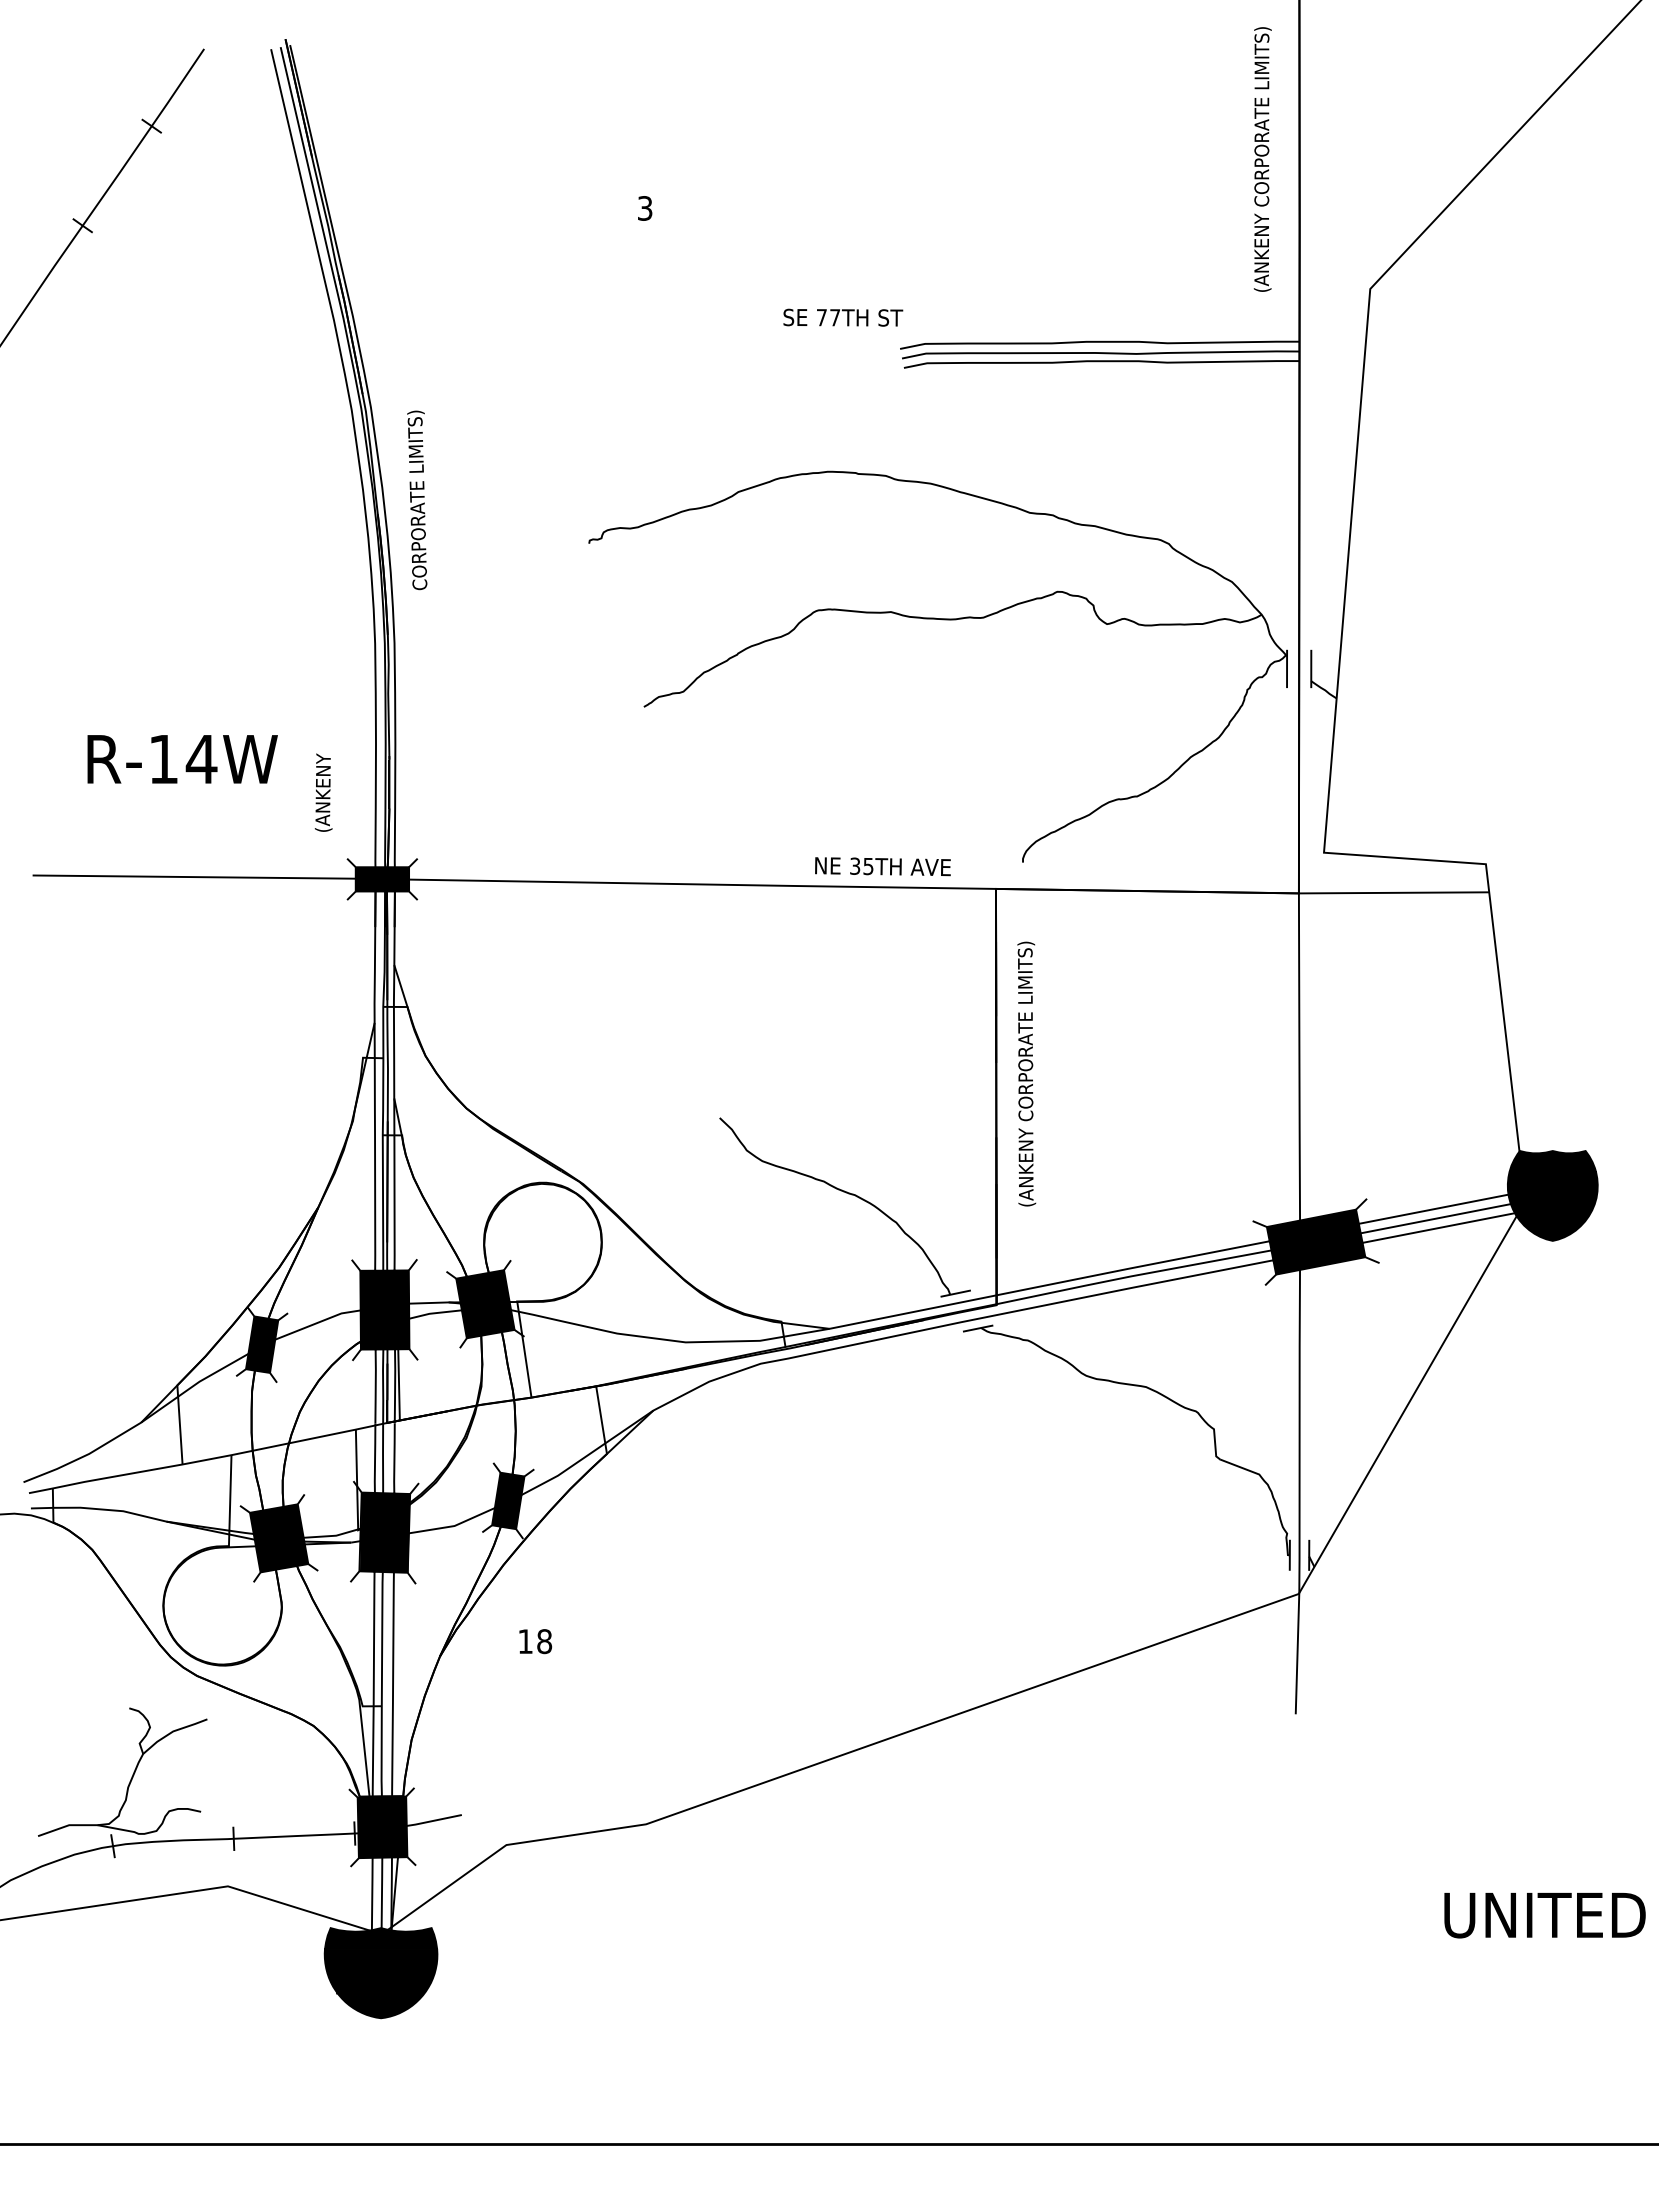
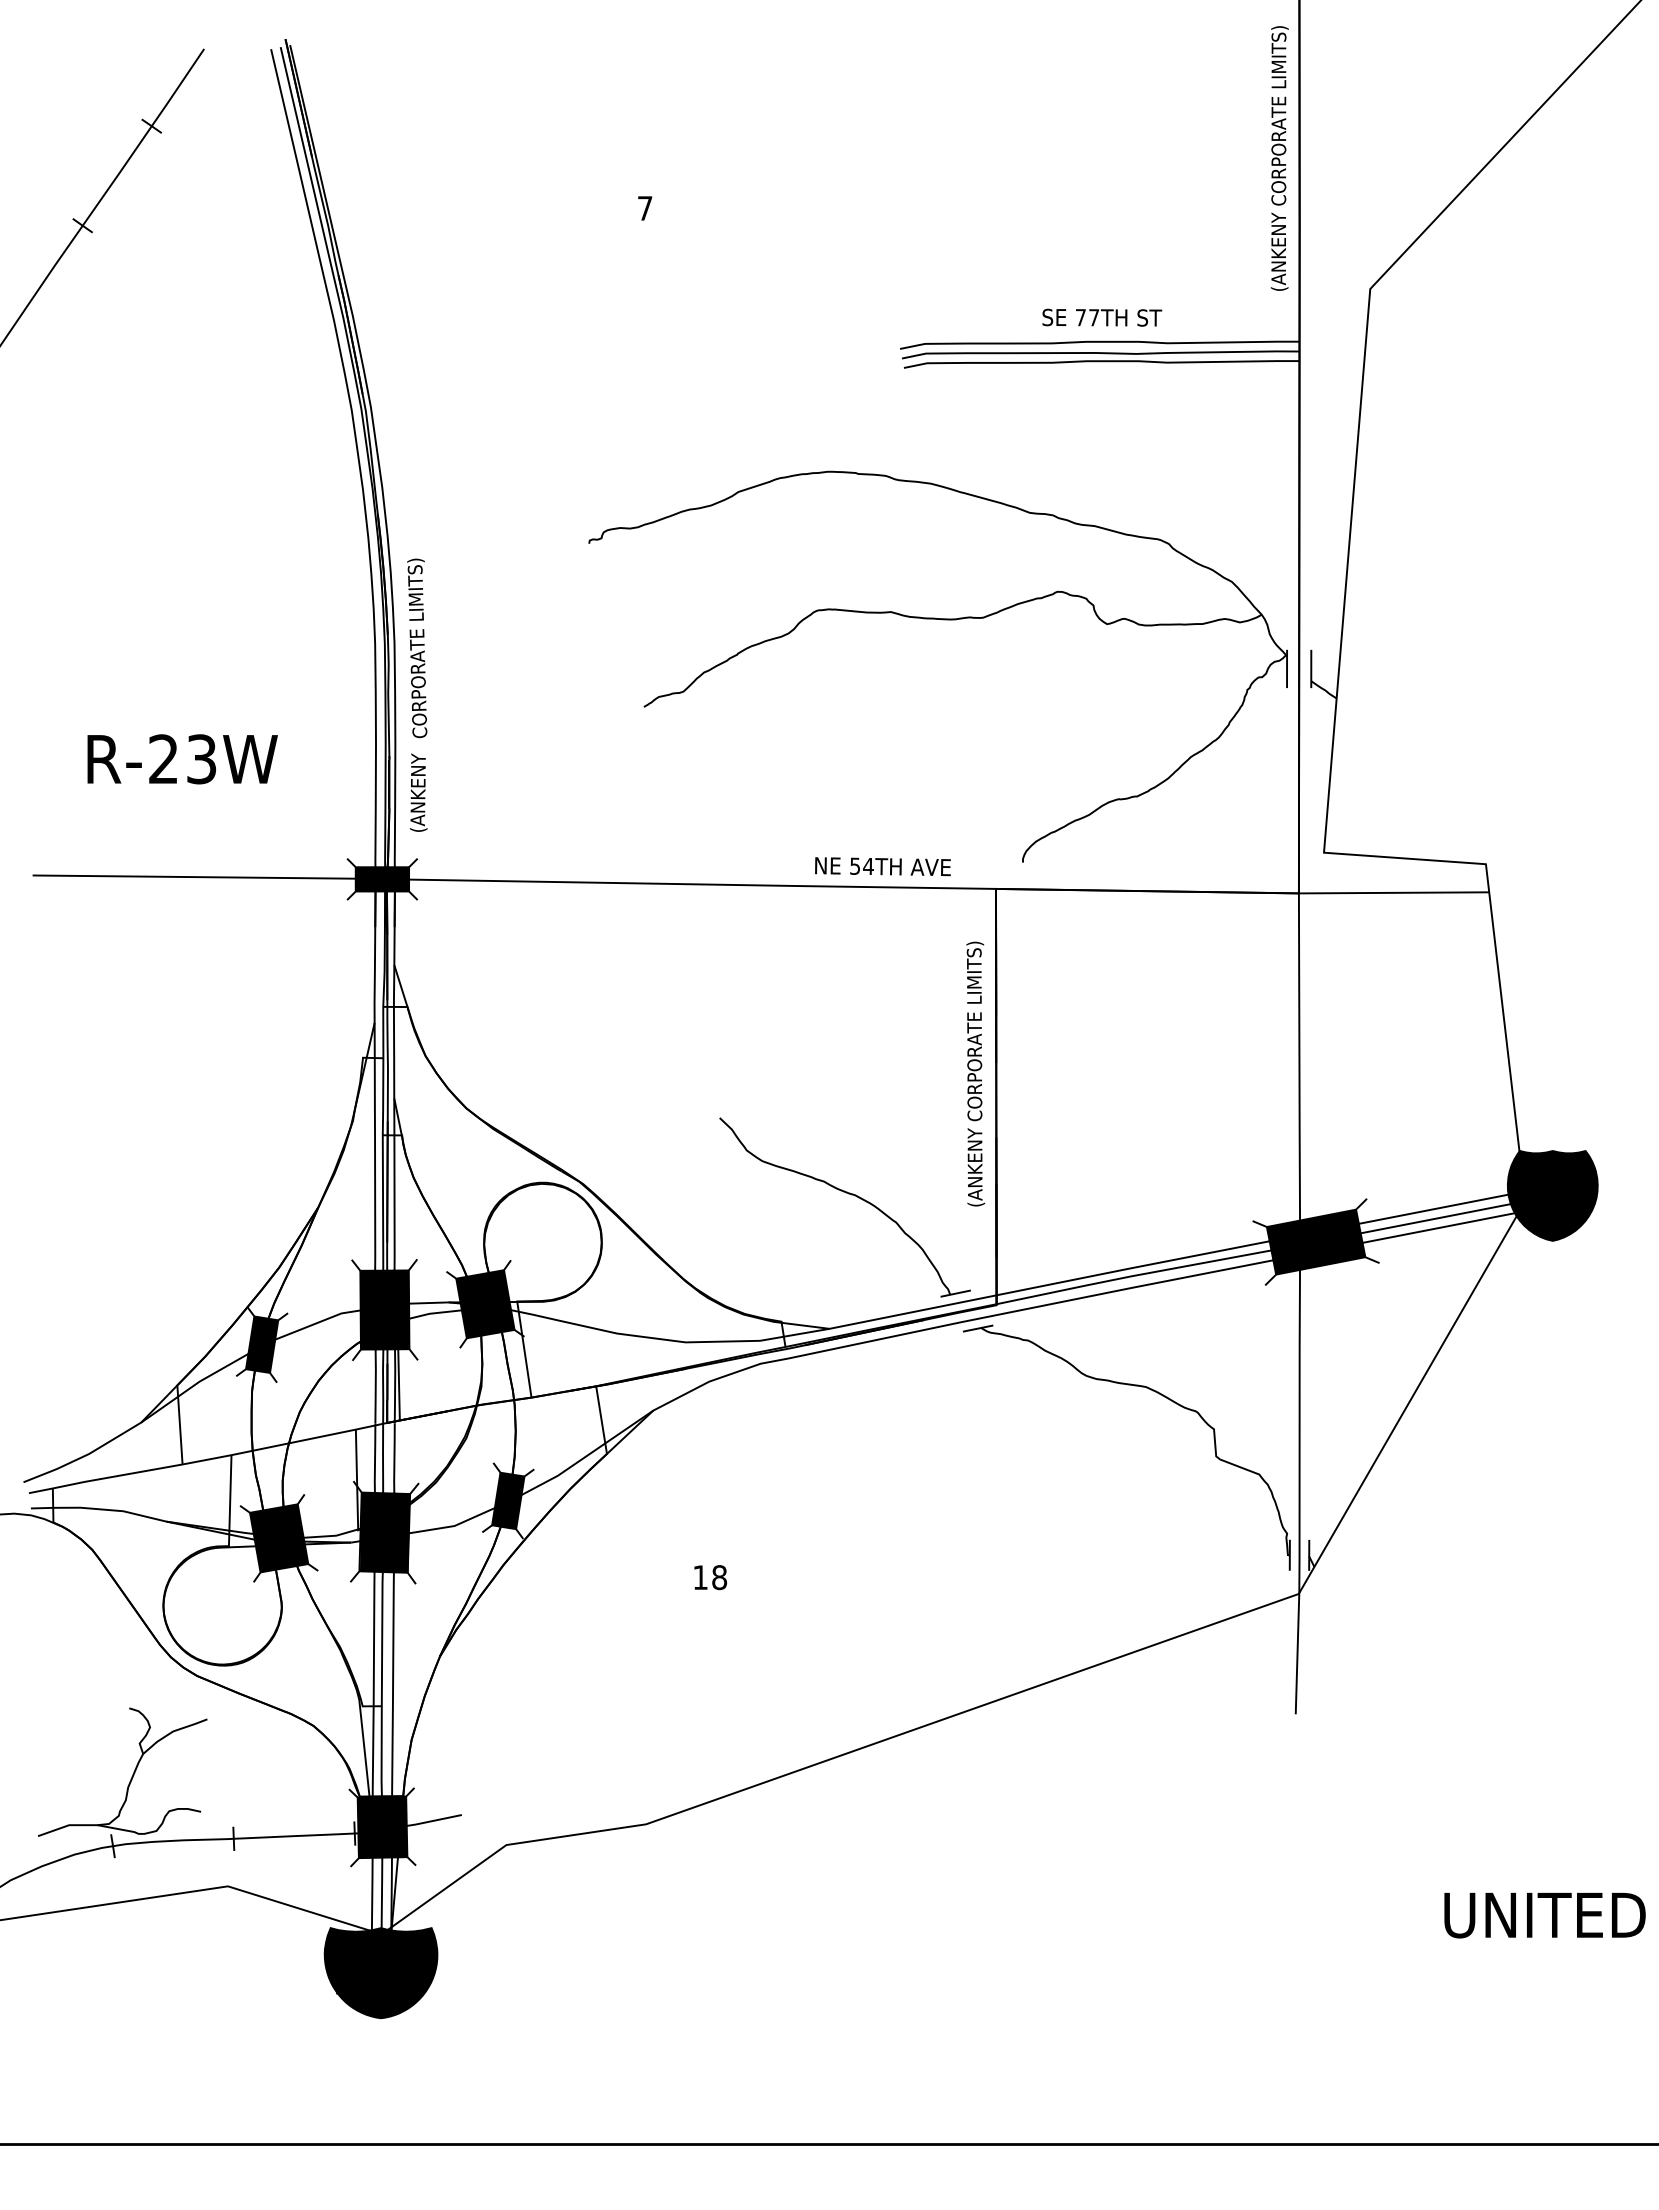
text at (1262, 159) position: (1262, 159) -> (1279, 158)
text at (645, 208): 3 -> 7
text at (843, 317) position: (843, 317) -> (1102, 317)
text at (417, 500) position: (417, 500) -> (417, 648)
text at (183, 759): R-14W -> R-23W
text at (323, 792) position: (323, 792) -> (418, 792)
text at (861, 866): 35TH -> 54TH
text at (1026, 1073) position: (1026, 1073) -> (975, 1073)
text at (535, 1641) position: (535, 1641) -> (710, 1577)
